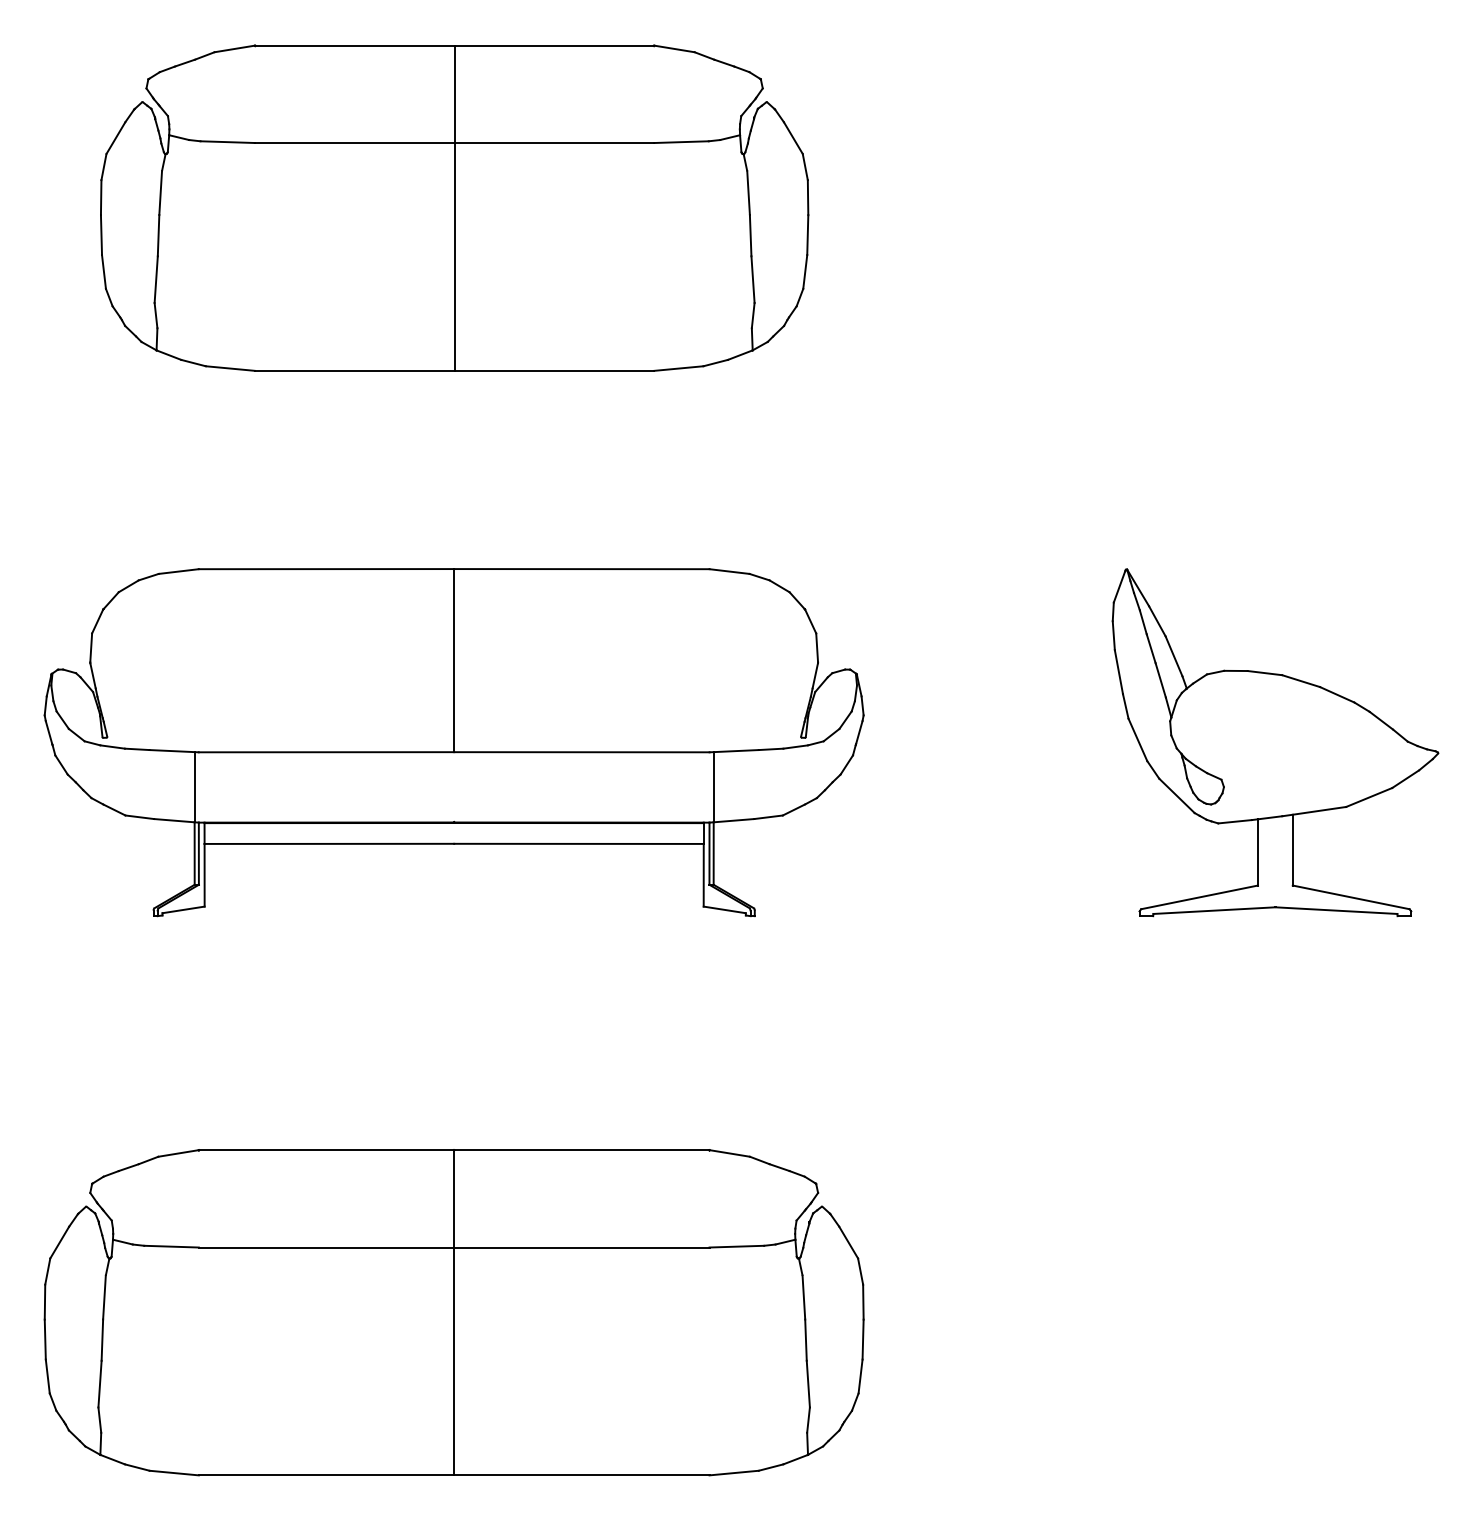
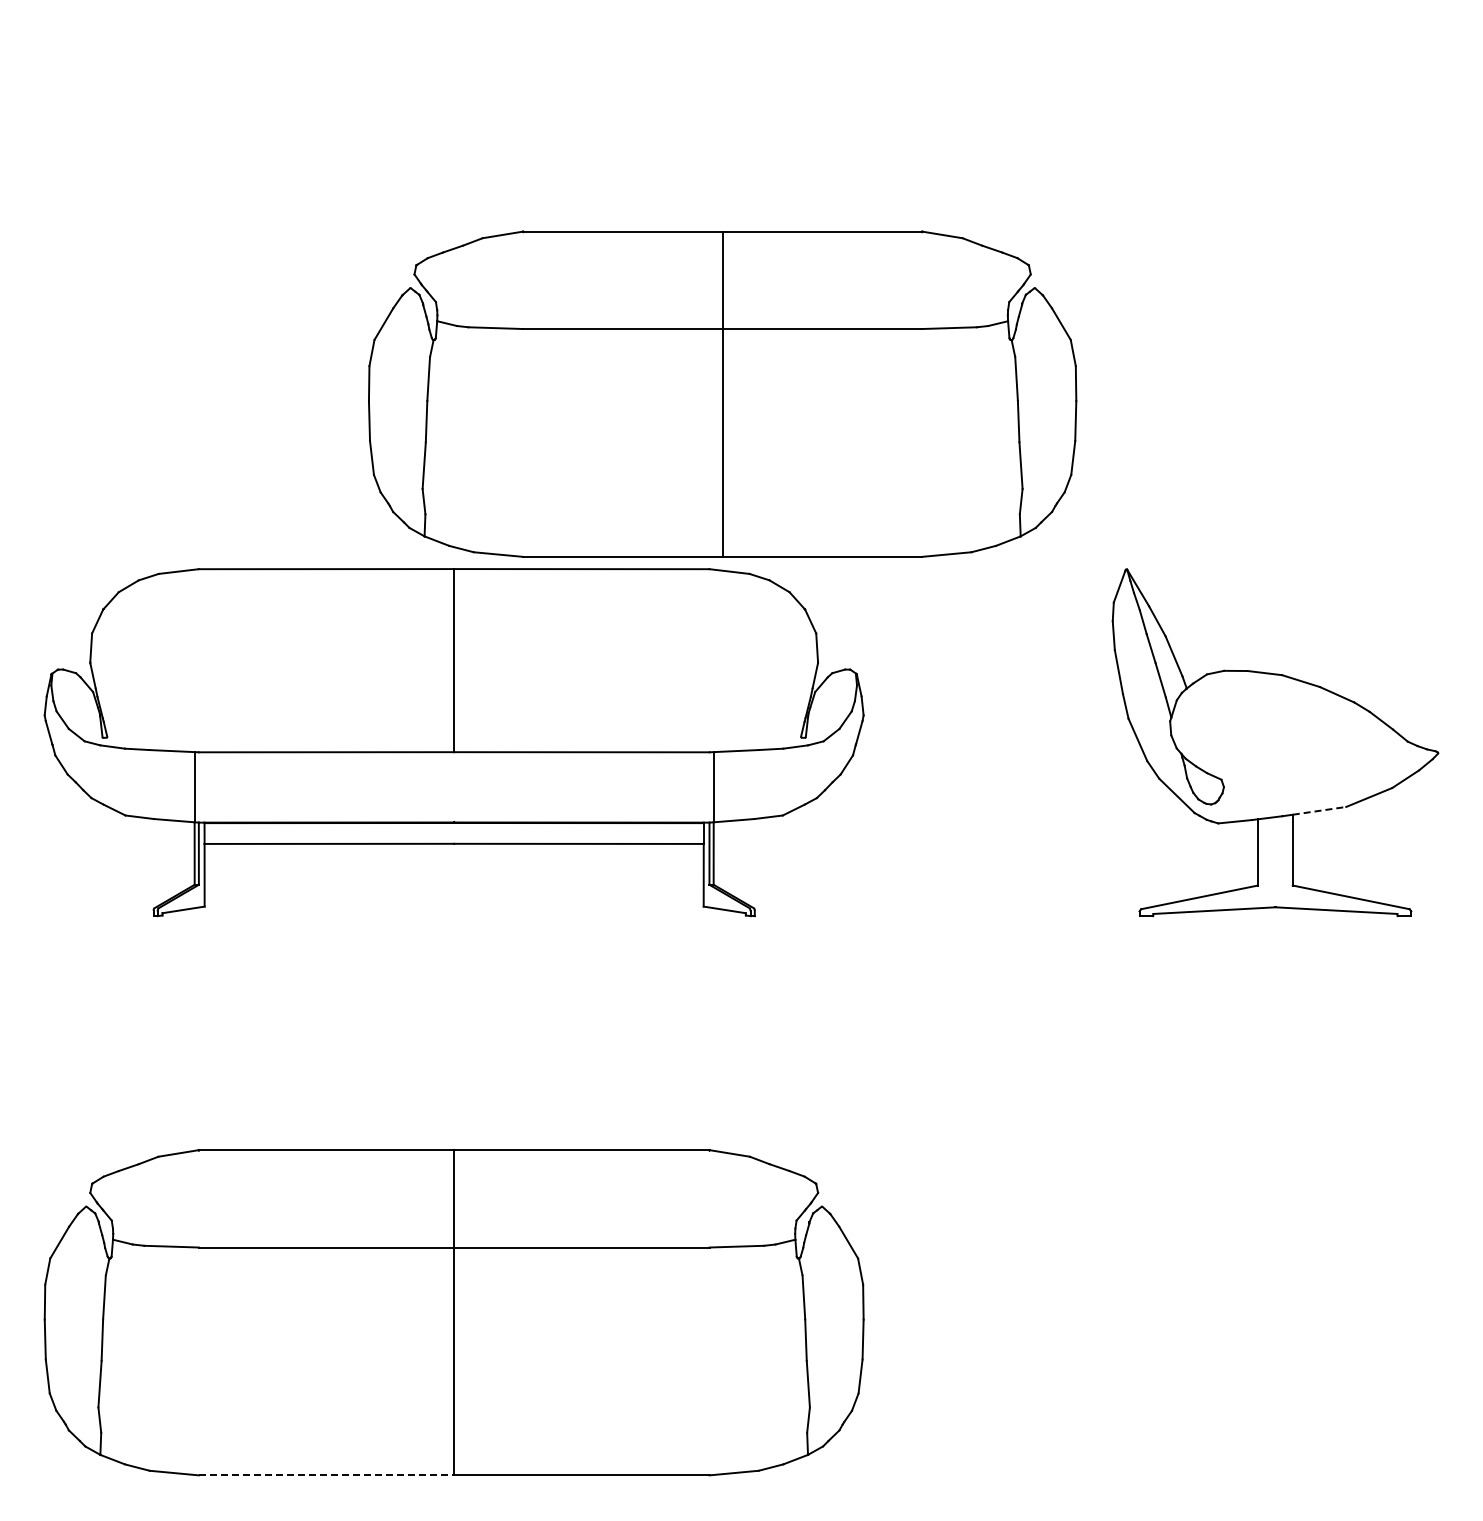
part at (454, 207) position: (454, 207) -> (722, 393)
line at (1319, 810): solid -> dashed
line at (326, 1475): solid -> dashed
